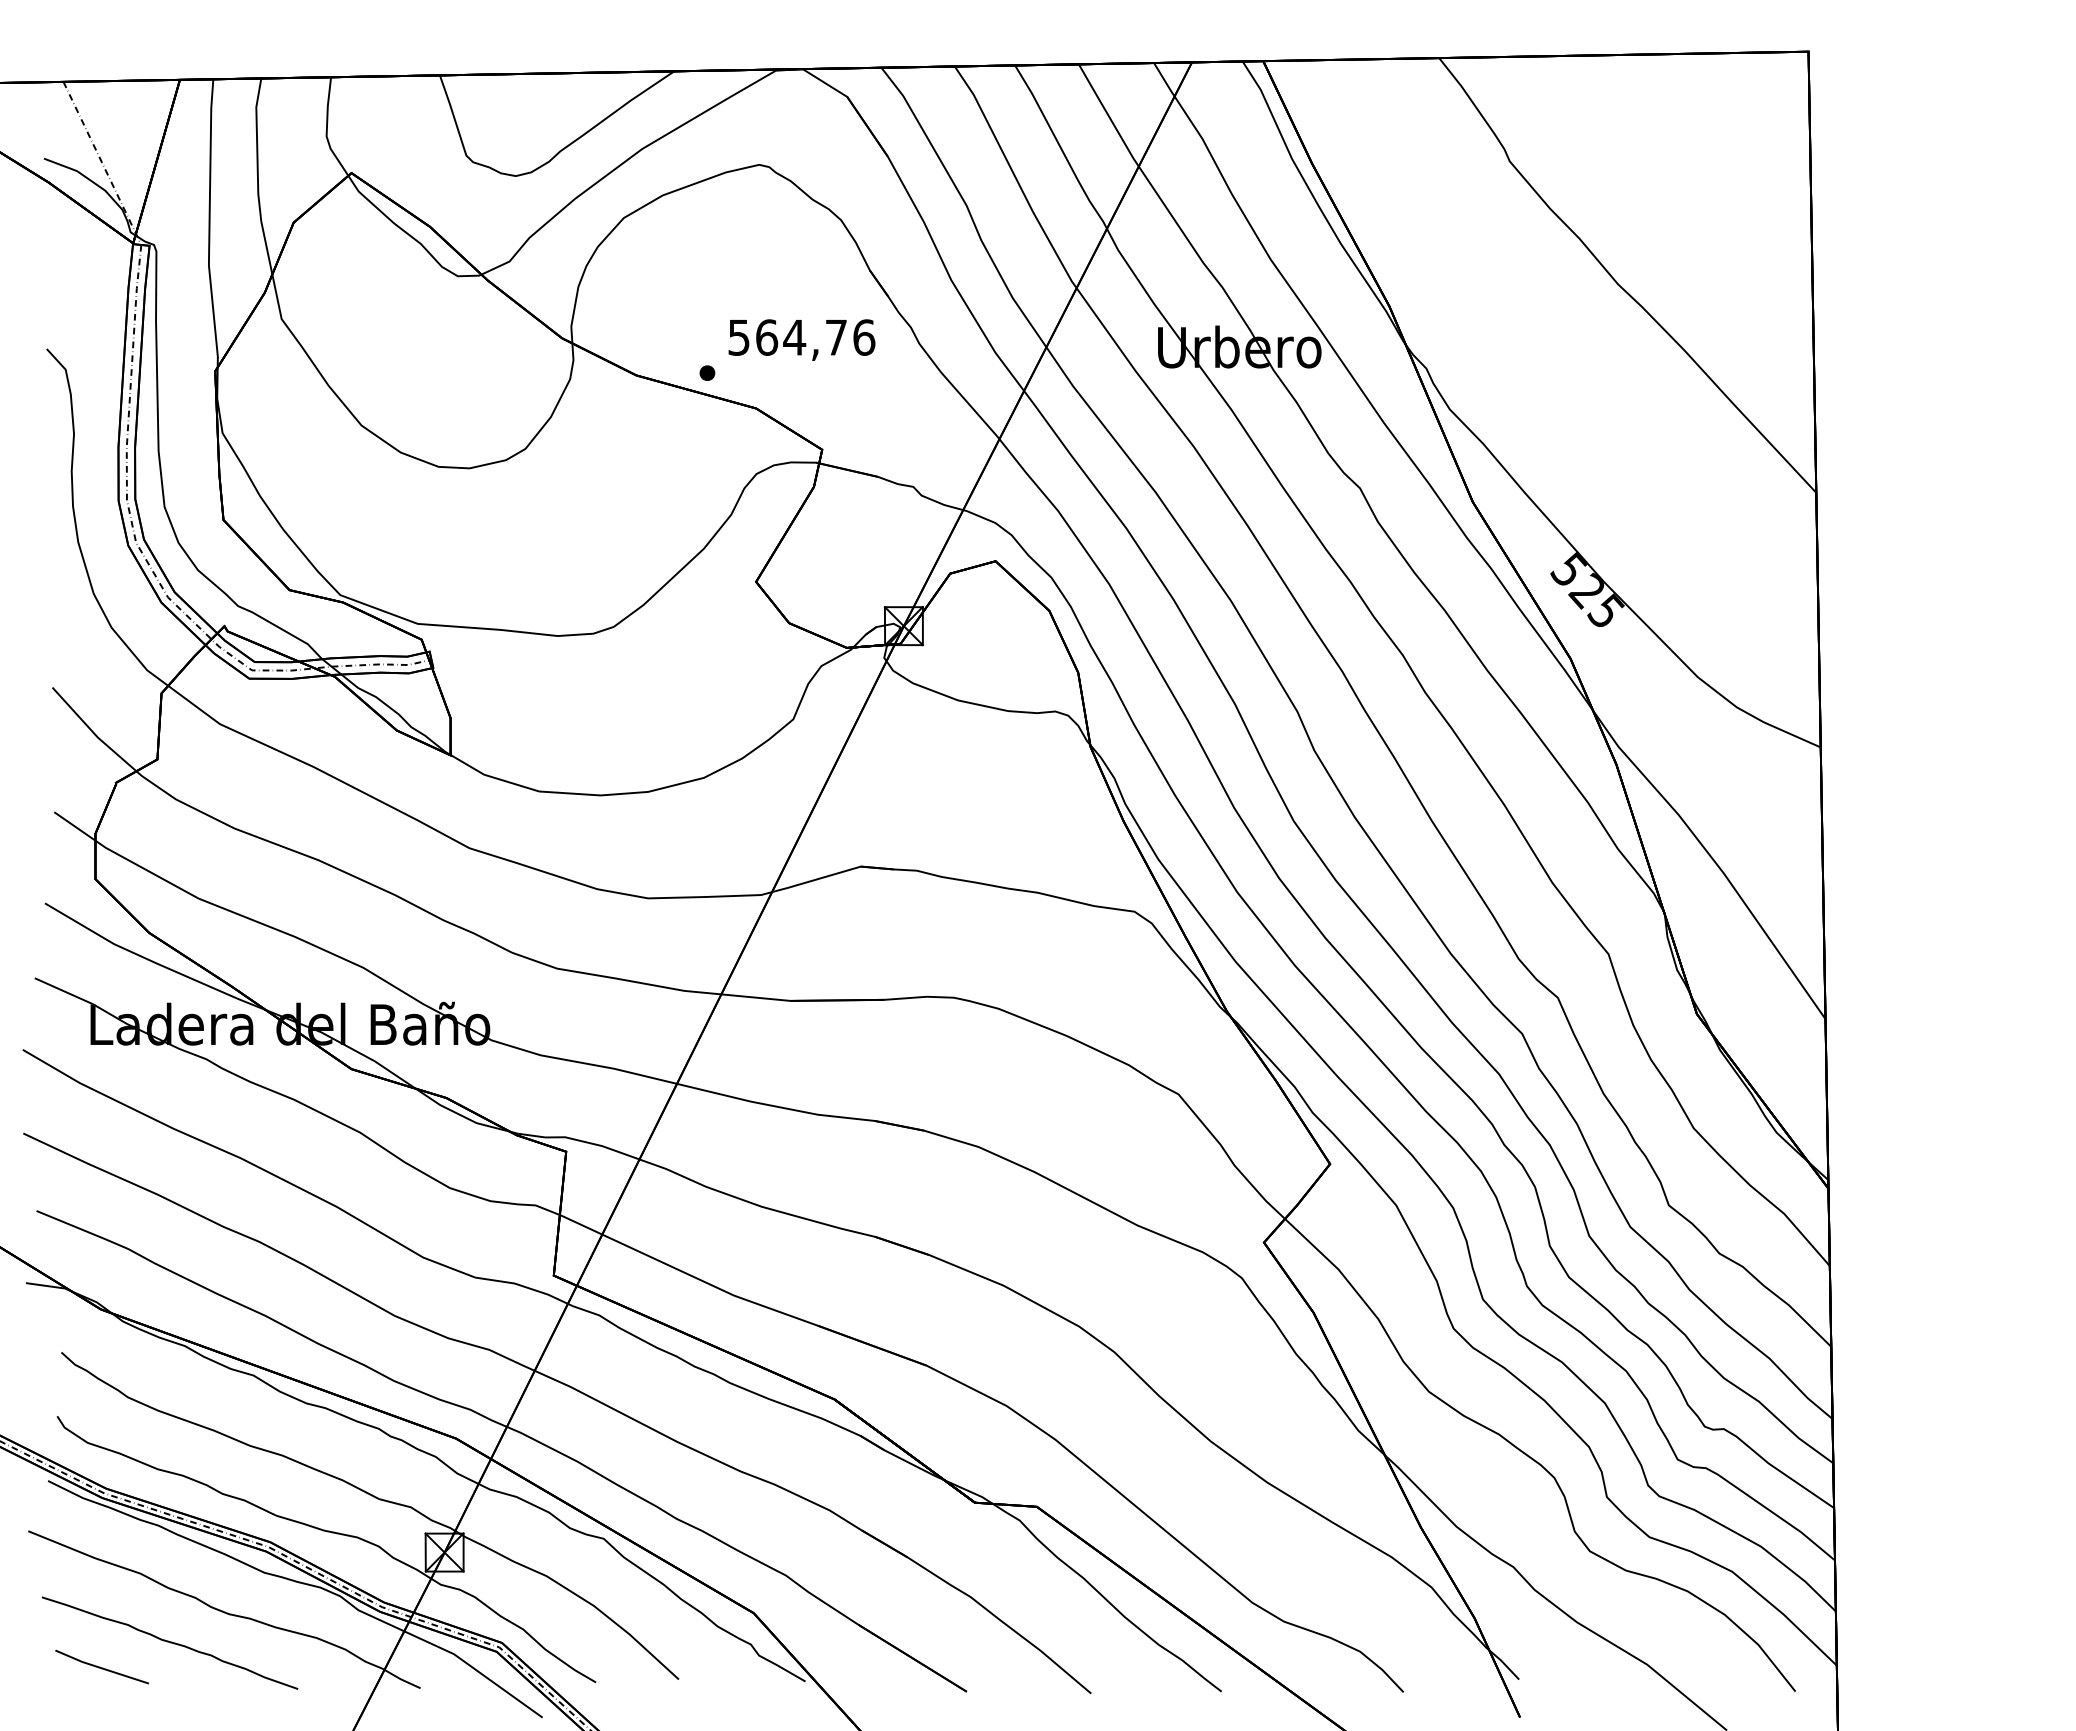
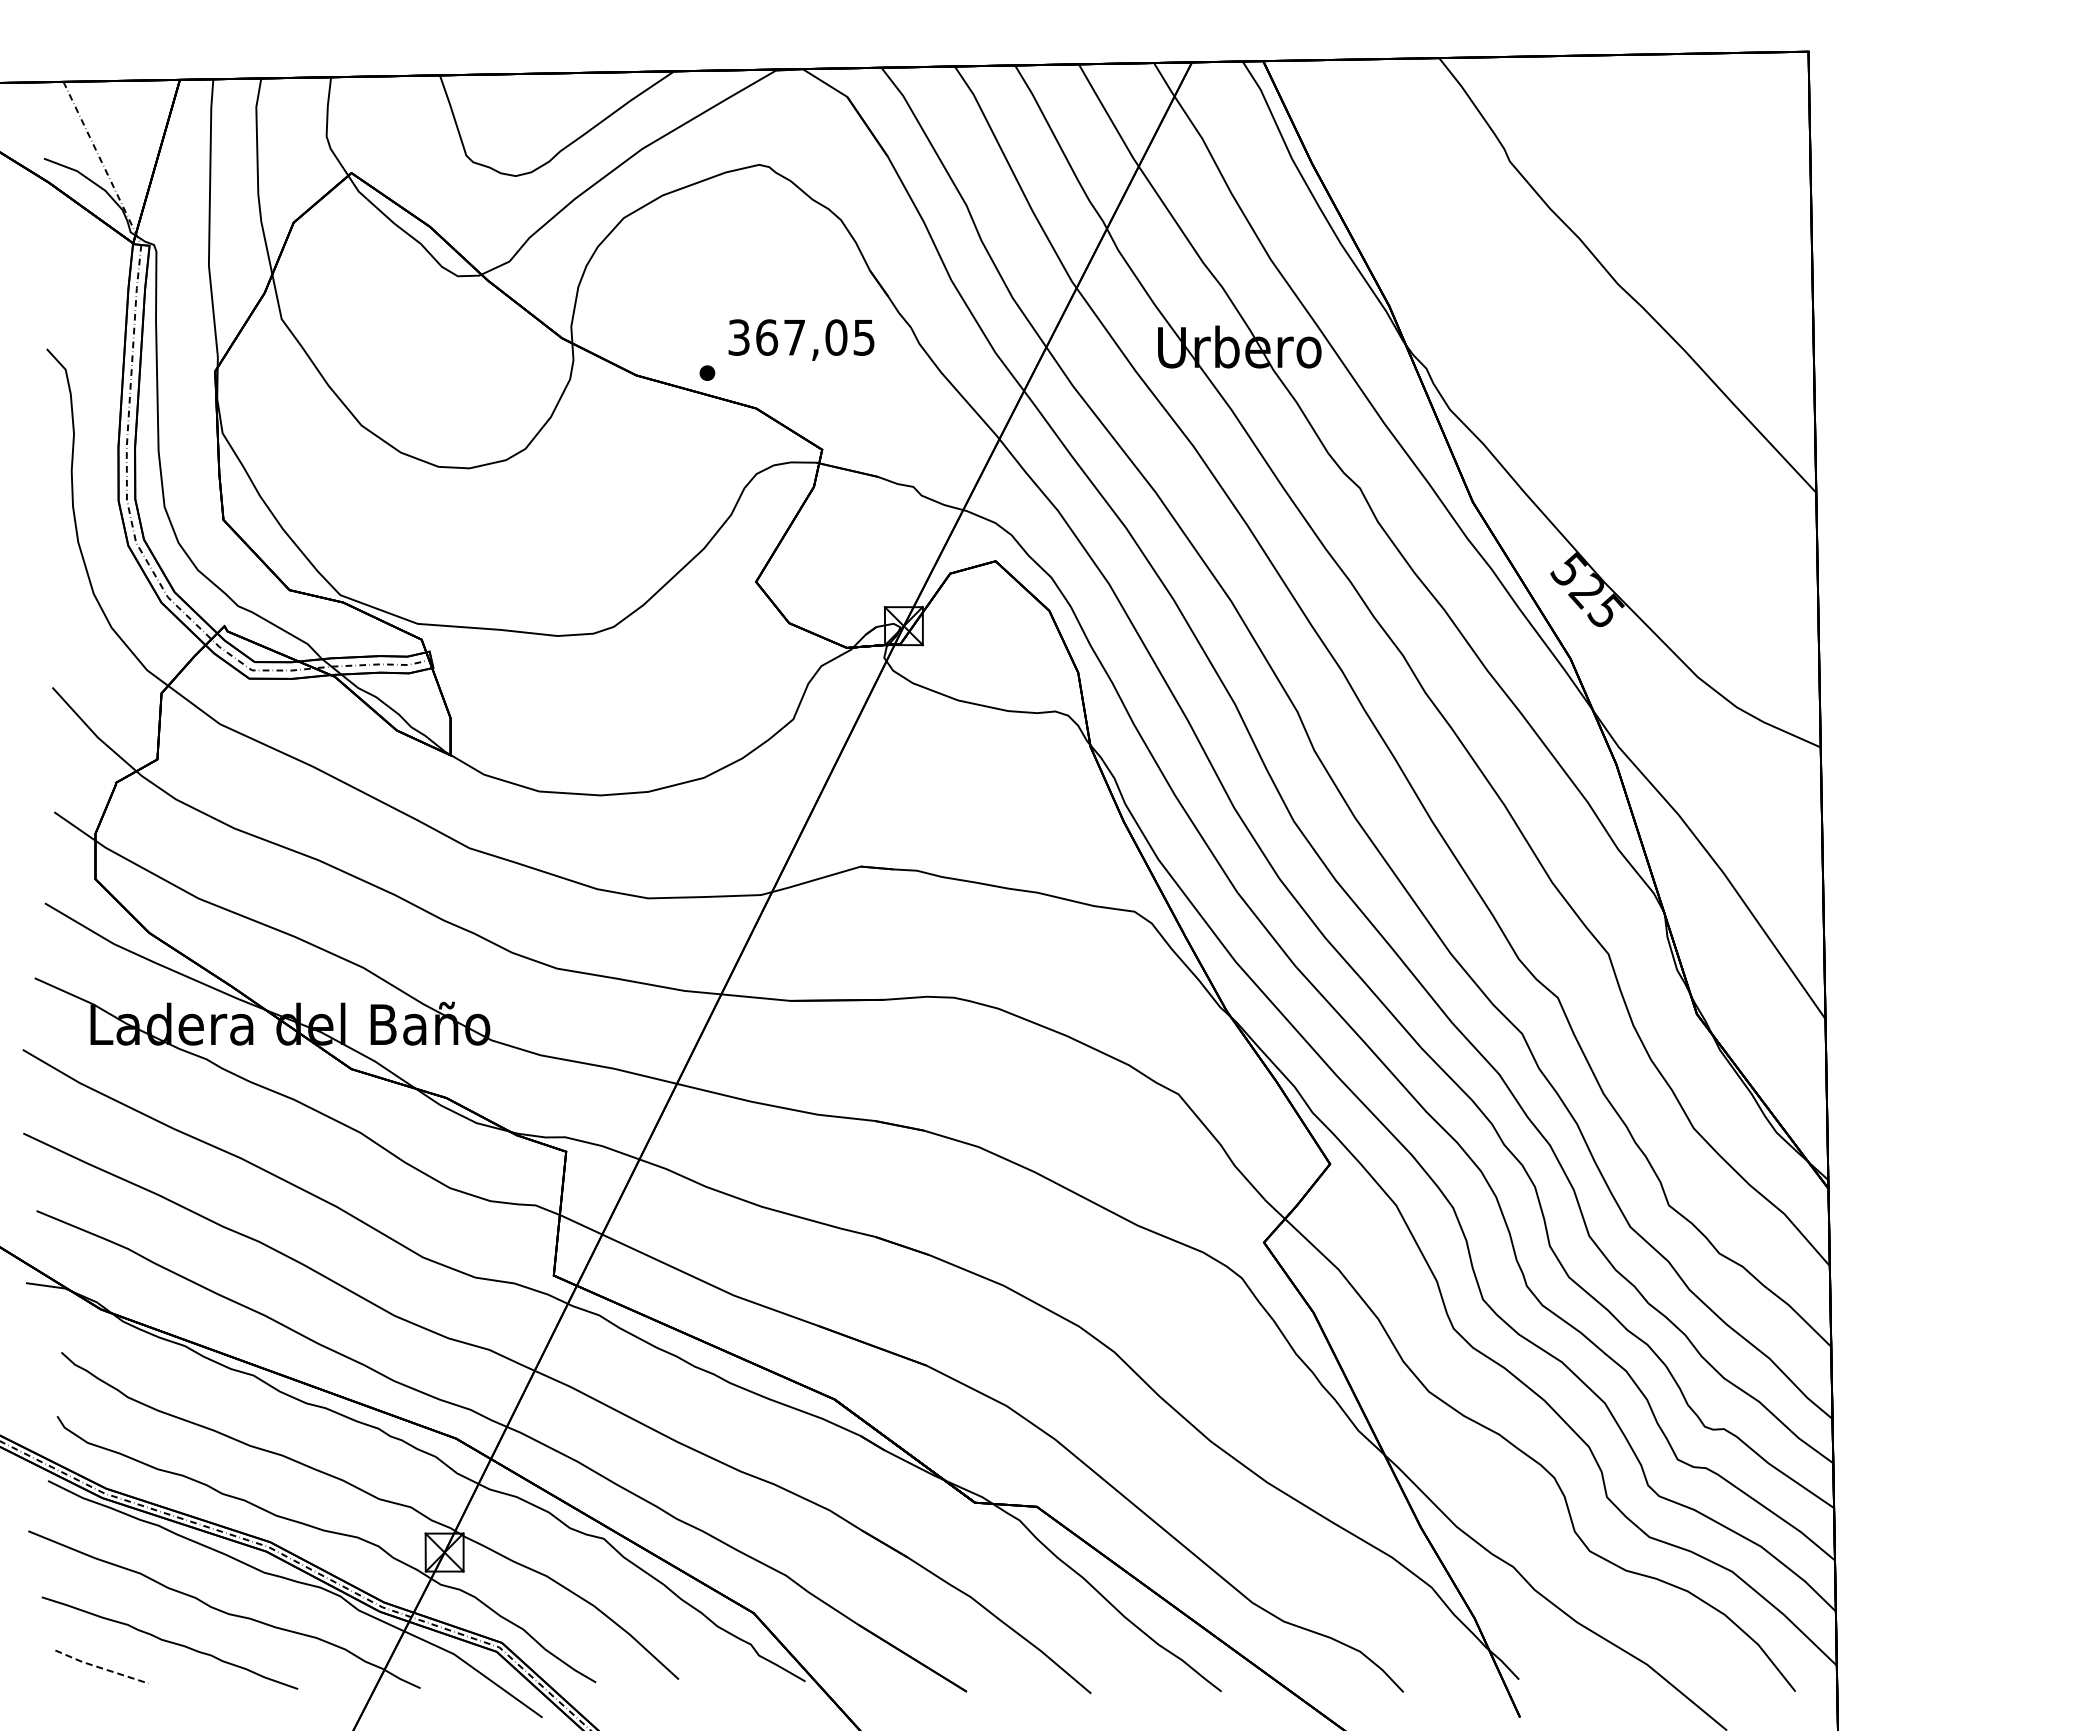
text at (802, 337): 564,76 -> 367,05
line at (101, 1668): solid -> dashed
